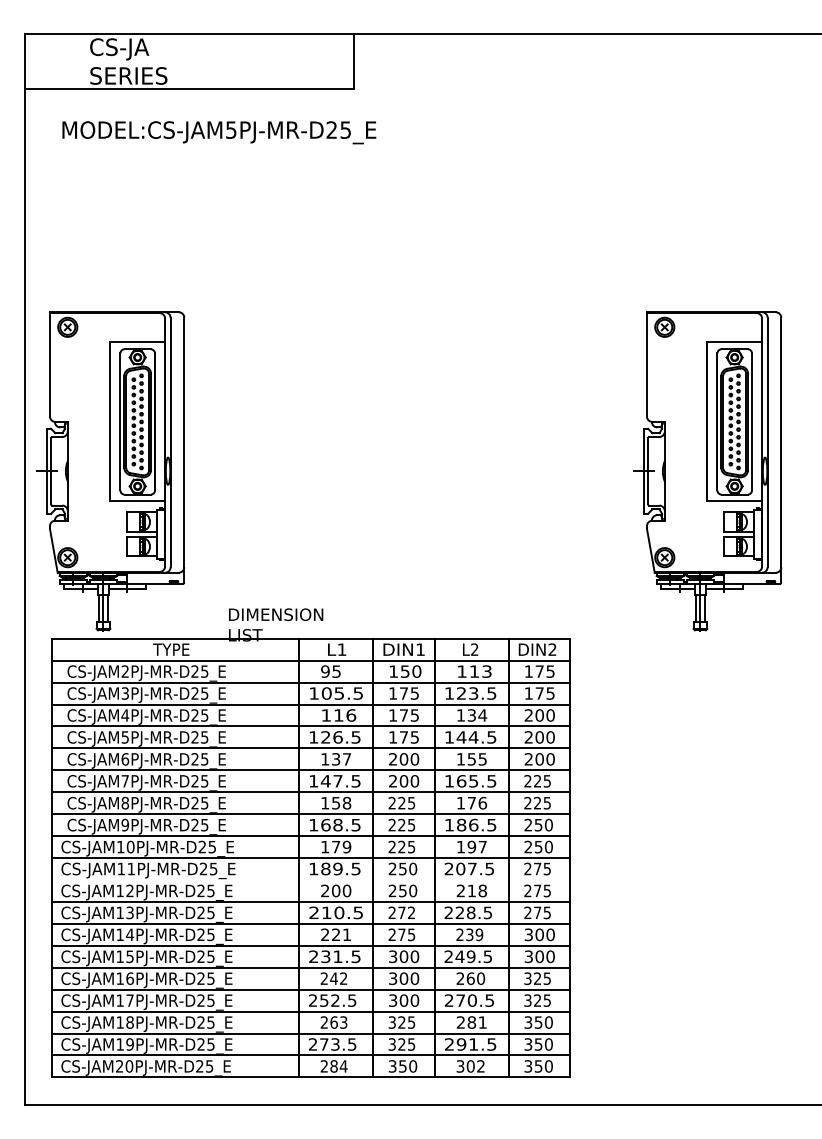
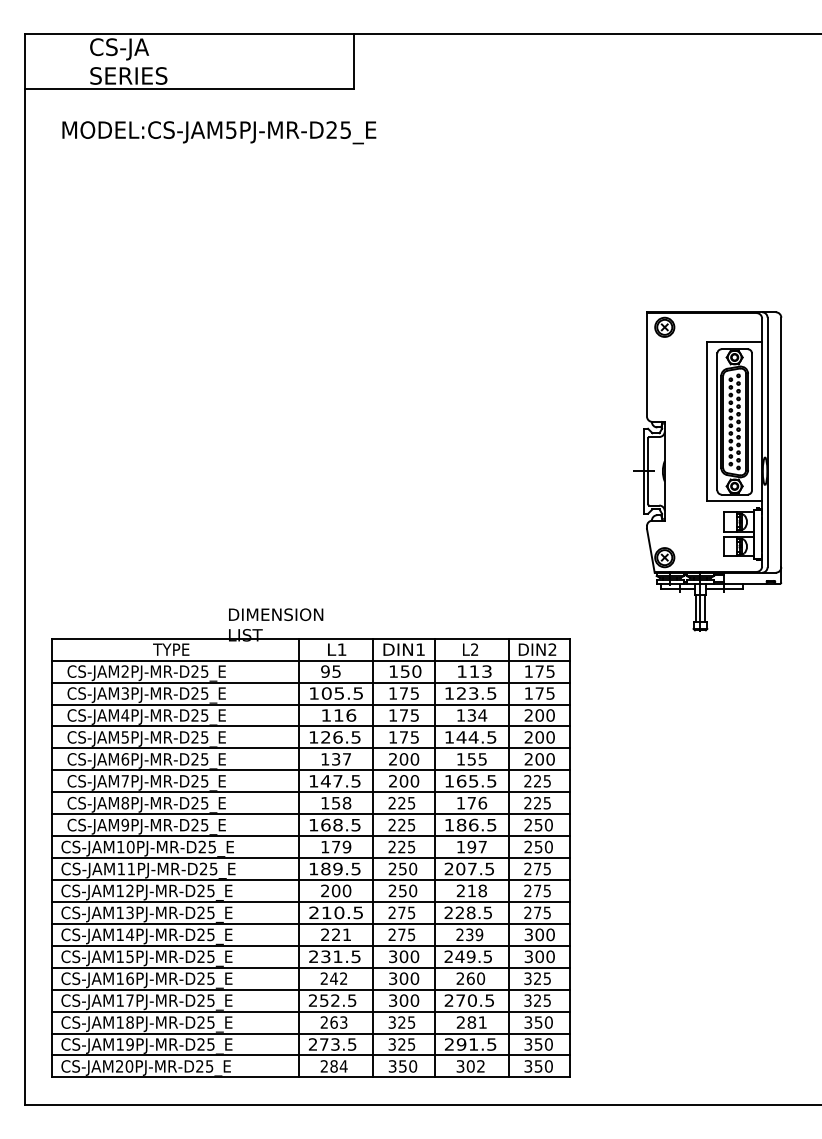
part at (110, 471): present -> none
line at (311, 880): none -> present
text at (411, 912): 272 -> 275
